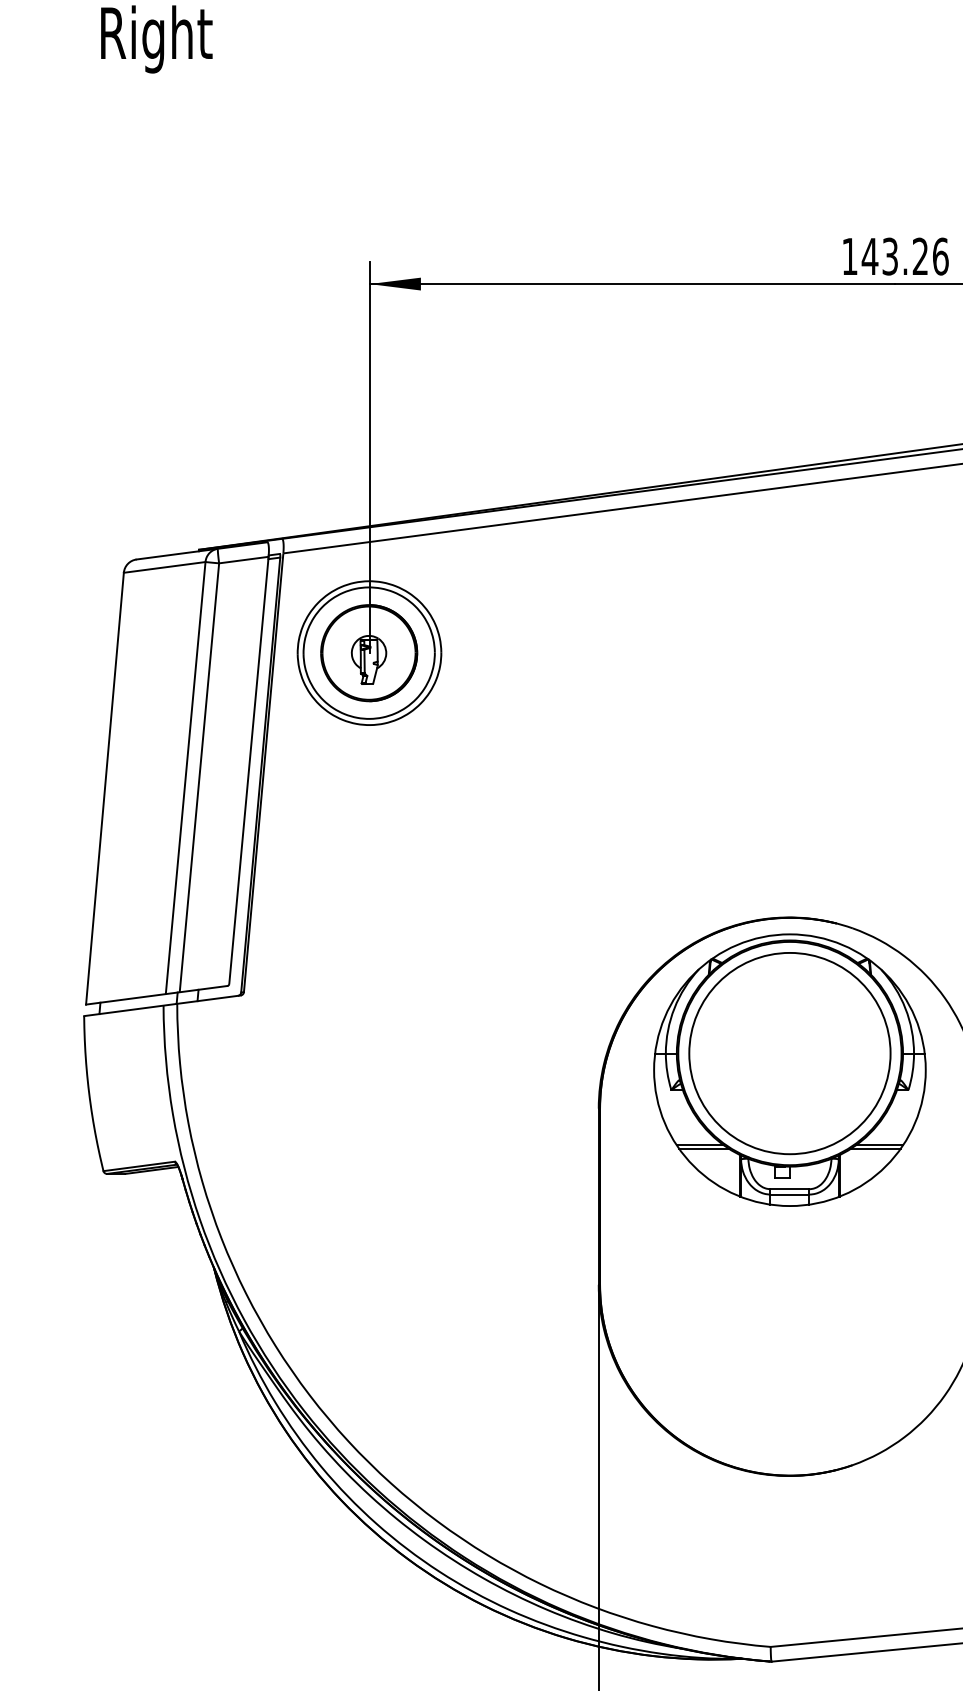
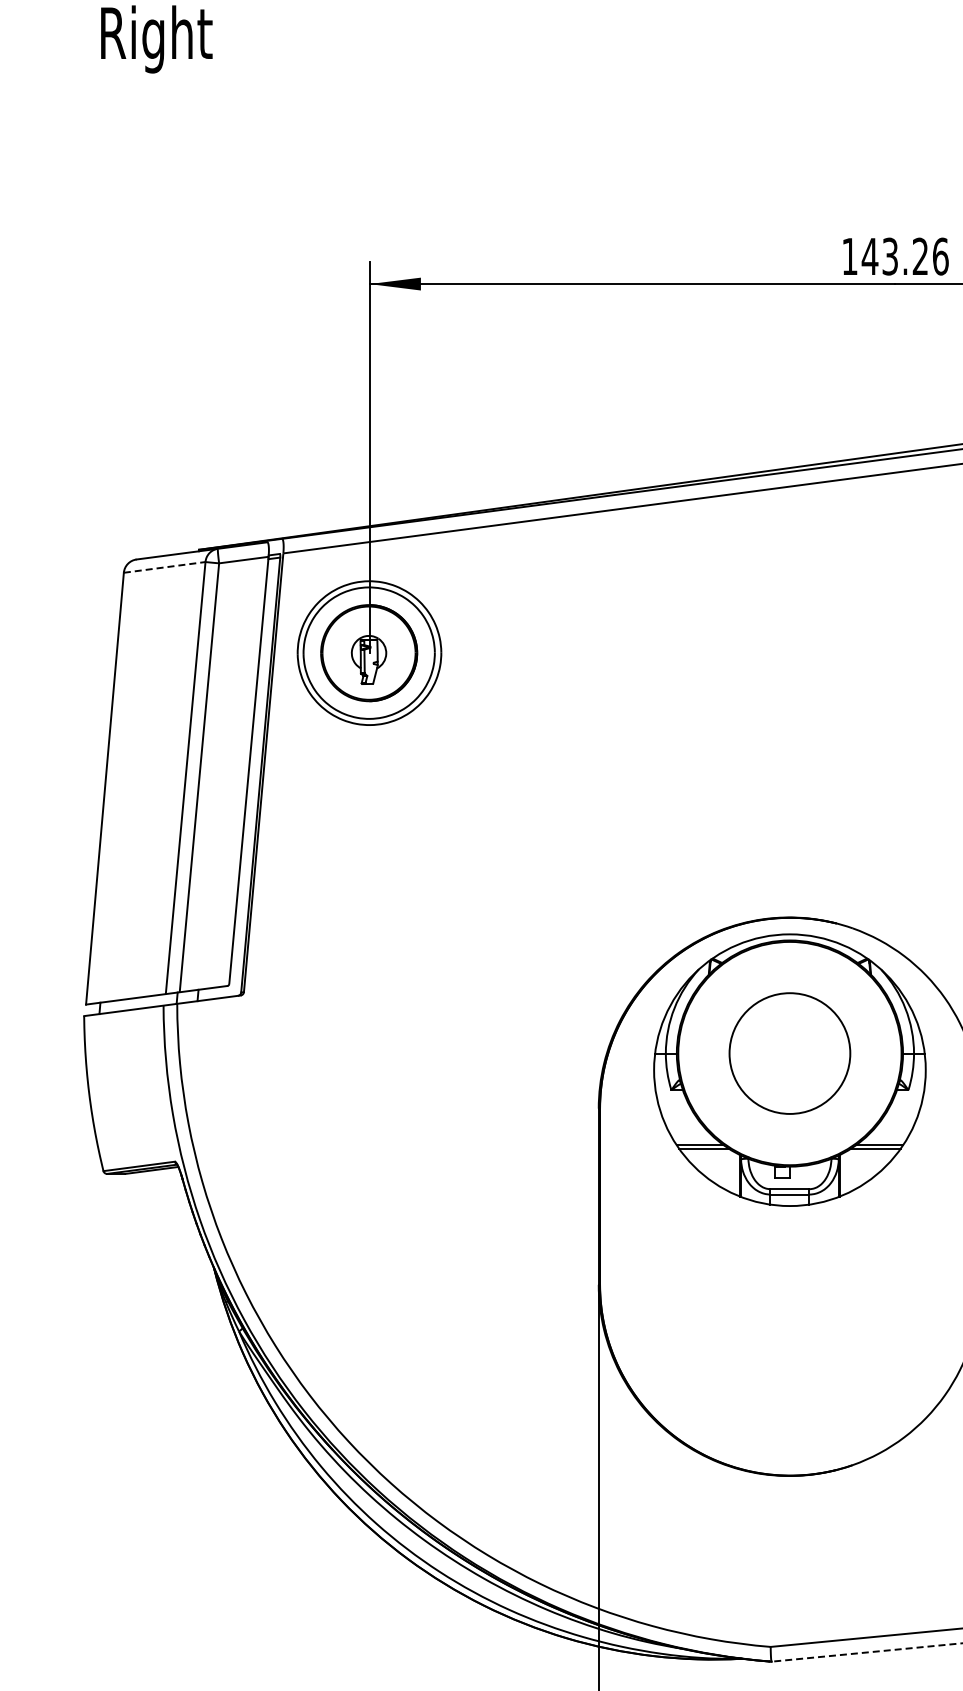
line at (165, 567): solid -> dashed
circle at (789, 1053) diameter: 201 px -> 121 px
line at (867, 1652): solid -> dashed
